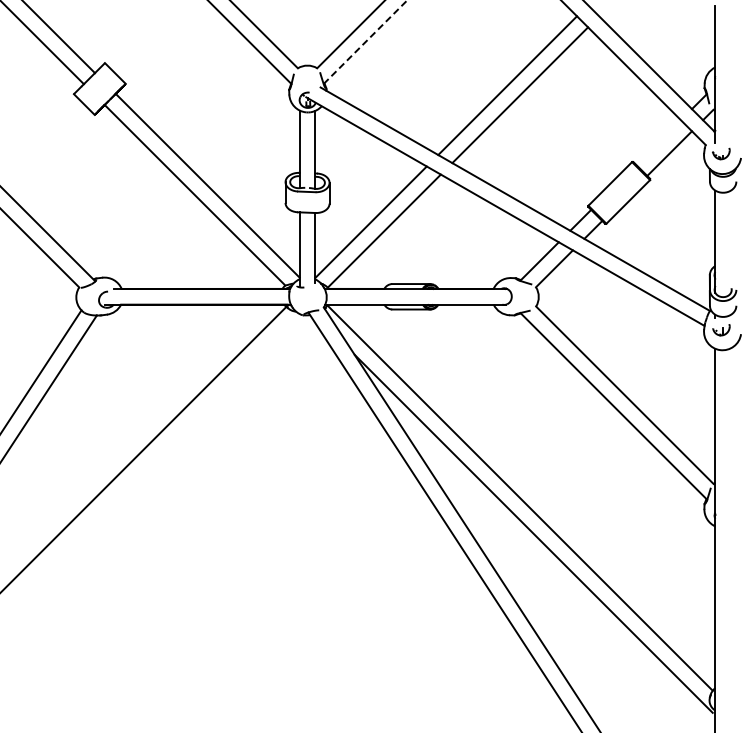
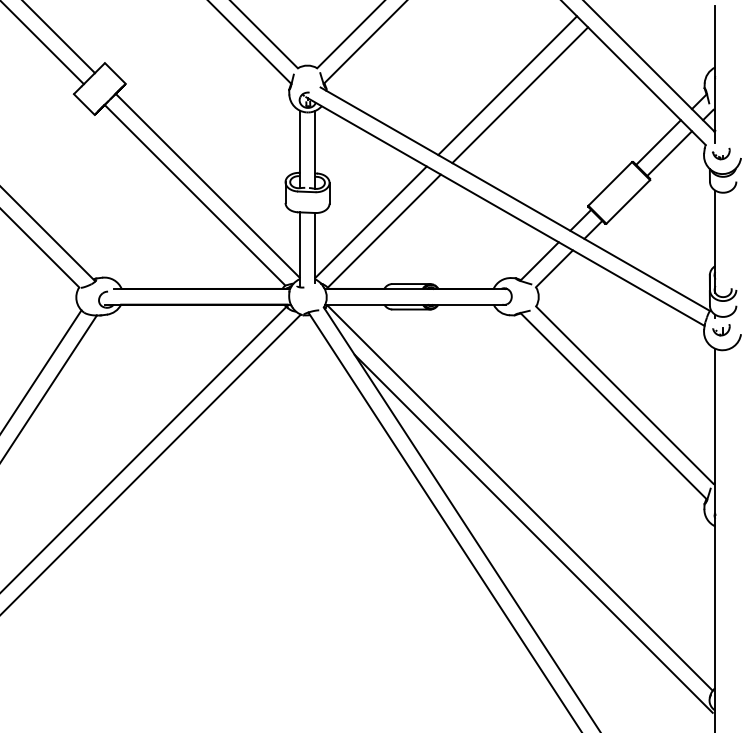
line at (365, 41): dashed -> solid
line at (658, 142): none -> present
line at (151, 463): none -> present
